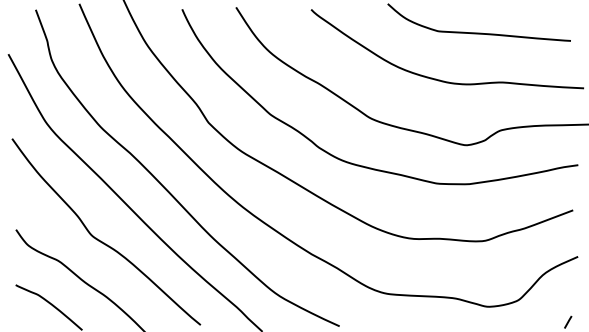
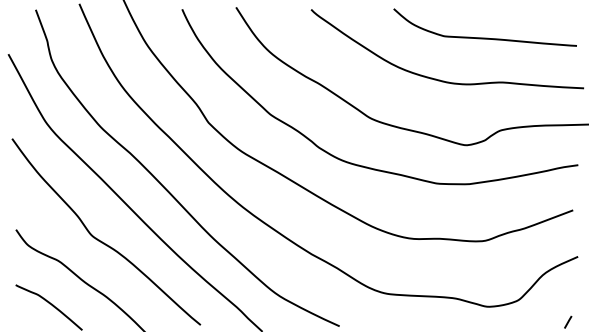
curve at (478, 32) position: (478, 32) -> (484, 37)
